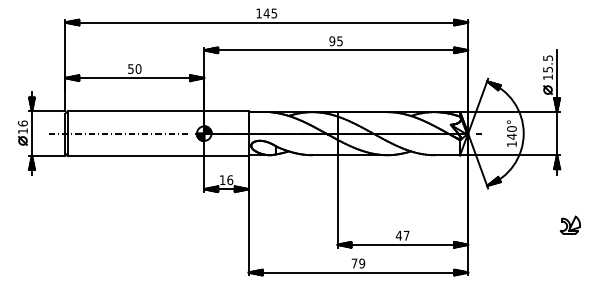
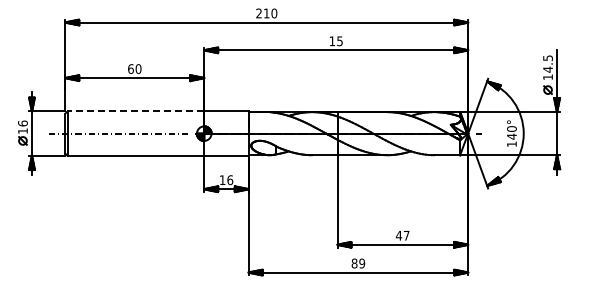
text at (266, 13): 145 -> 210
text at (332, 41): 95 -> 15
text at (130, 68): 50 -> 60
text at (547, 69): 15.5 -> 14.5
line at (135, 111): solid -> dashed
part at (569, 224): present -> none
text at (354, 263): 79 -> 89
